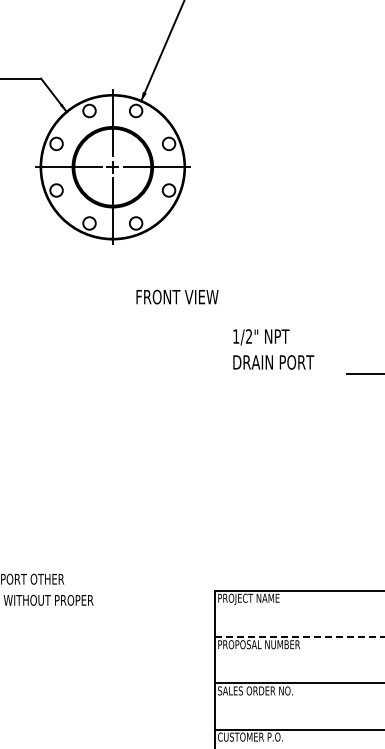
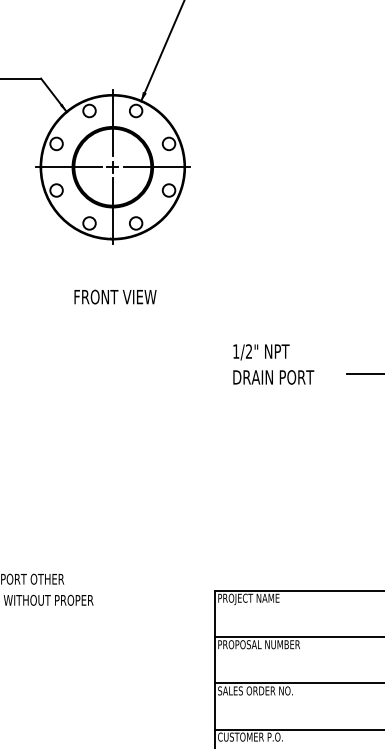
text at (177, 296) position: (177, 296) -> (115, 296)
text at (273, 349) position: (273, 349) -> (273, 364)
line at (299, 636): dashed -> solid
